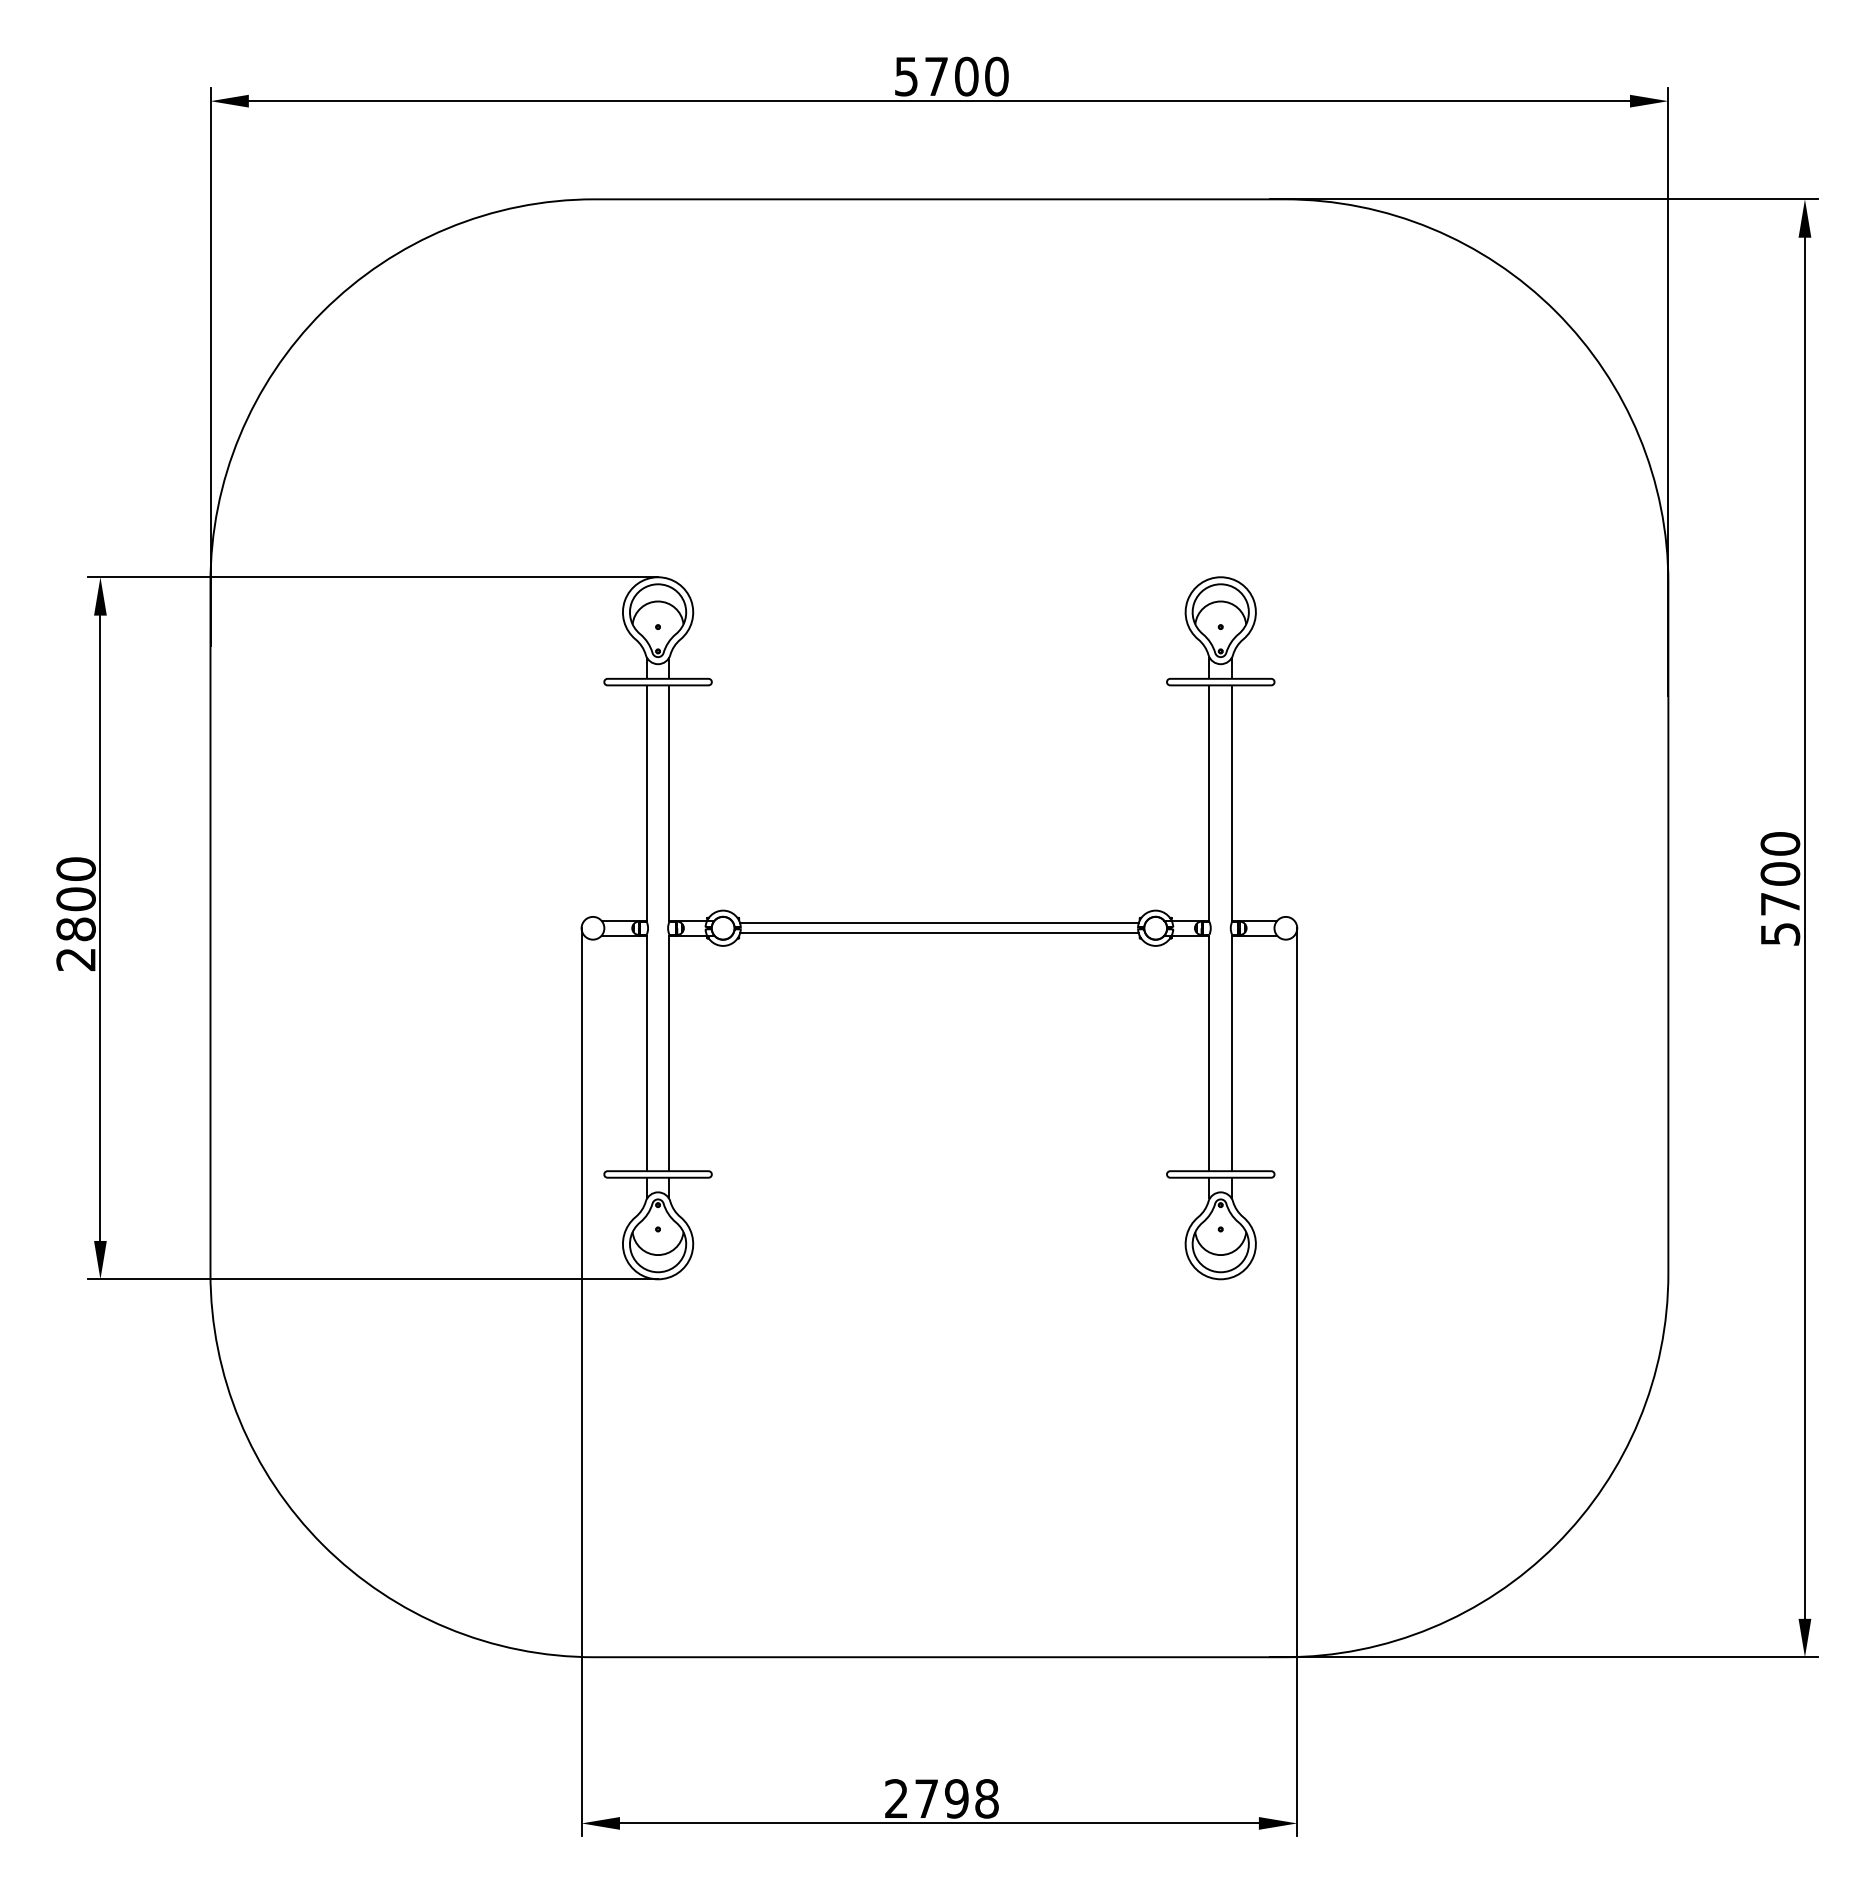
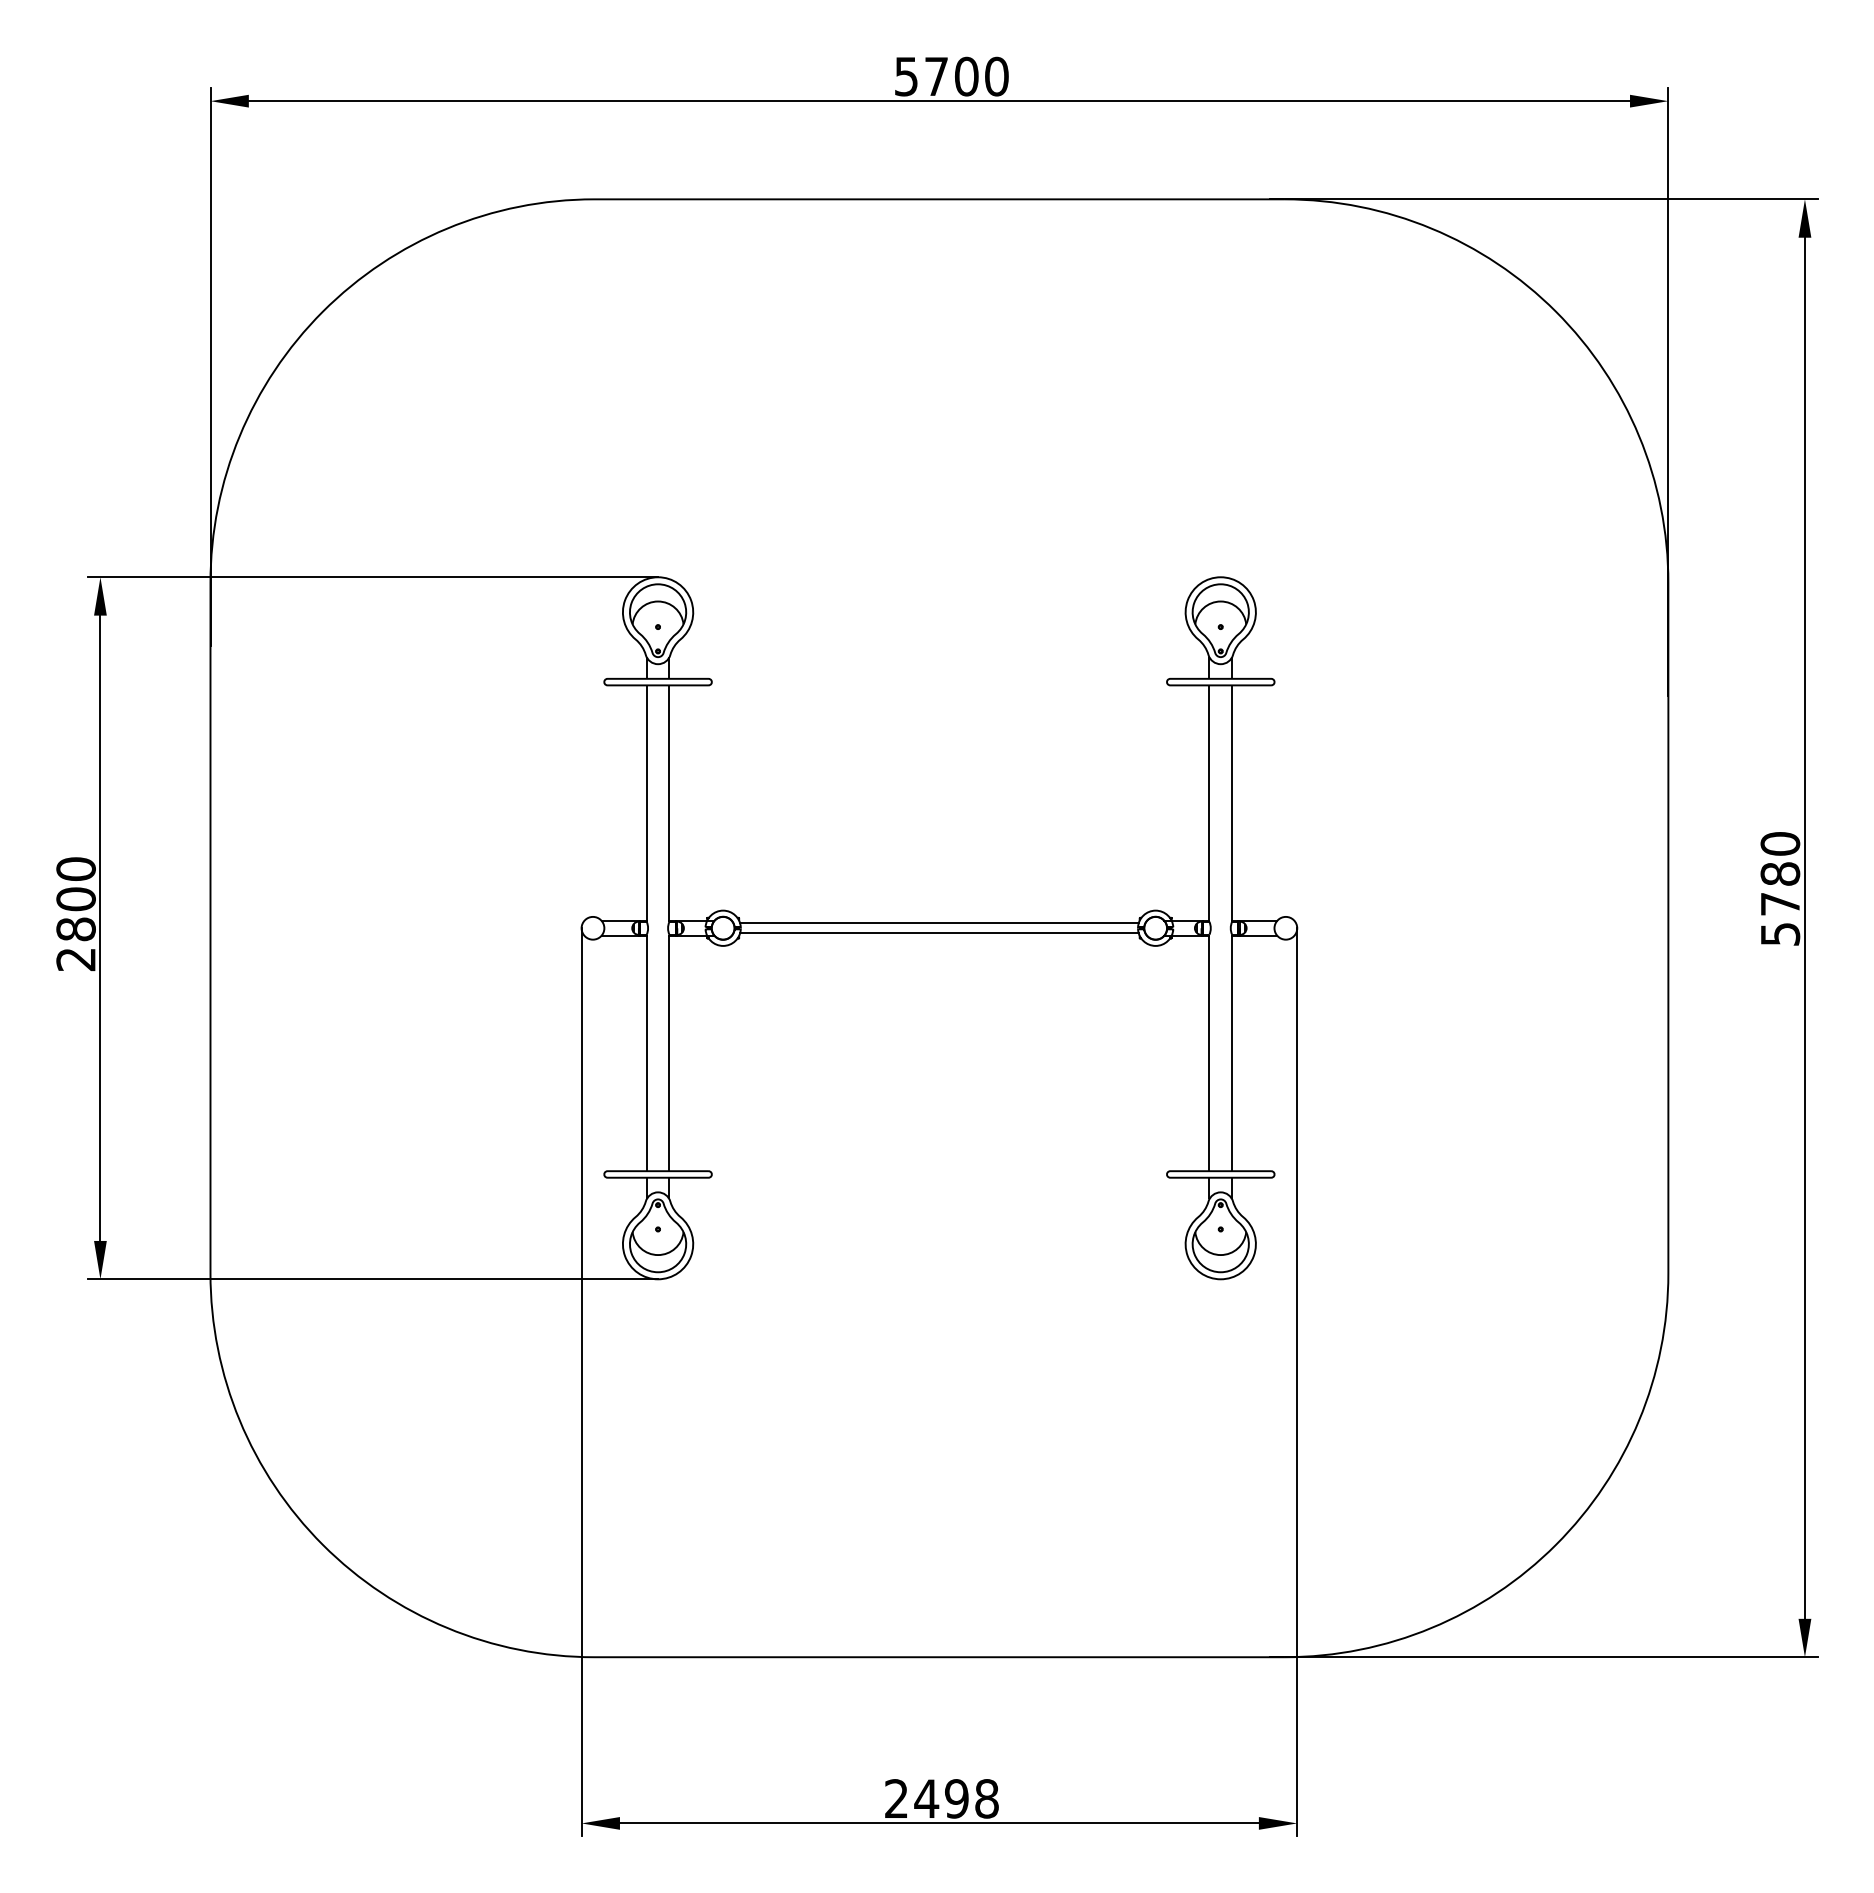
text at (1780, 873): 5700 -> 5780
text at (926, 1798): 2798 -> 2498
